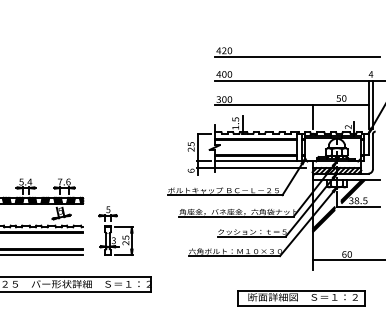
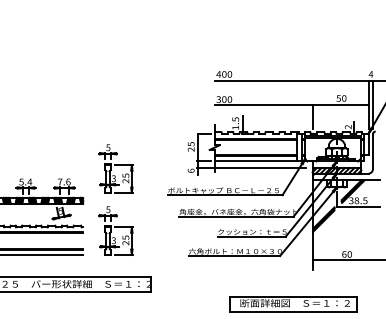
part at (297, 52): present -> none
part at (115, 168): none -> present
part at (301, 298) position: (301, 298) -> (293, 304)
